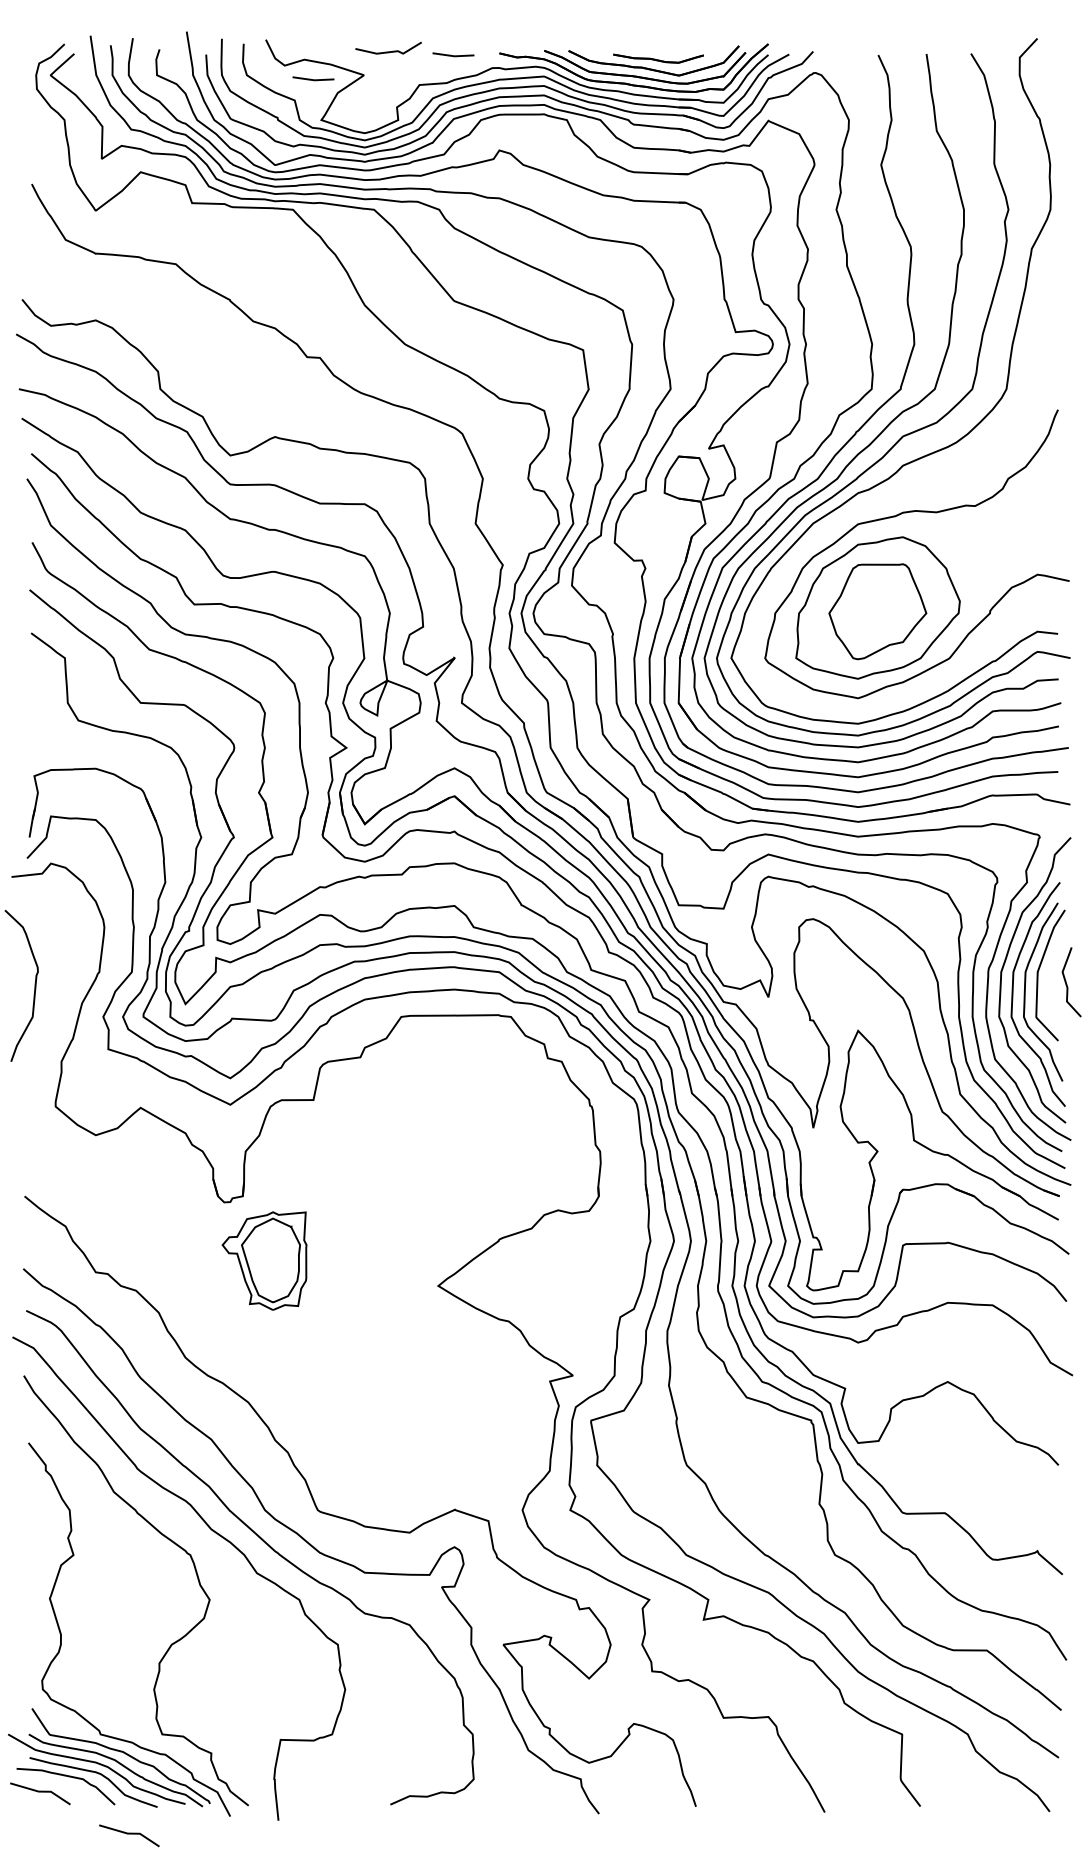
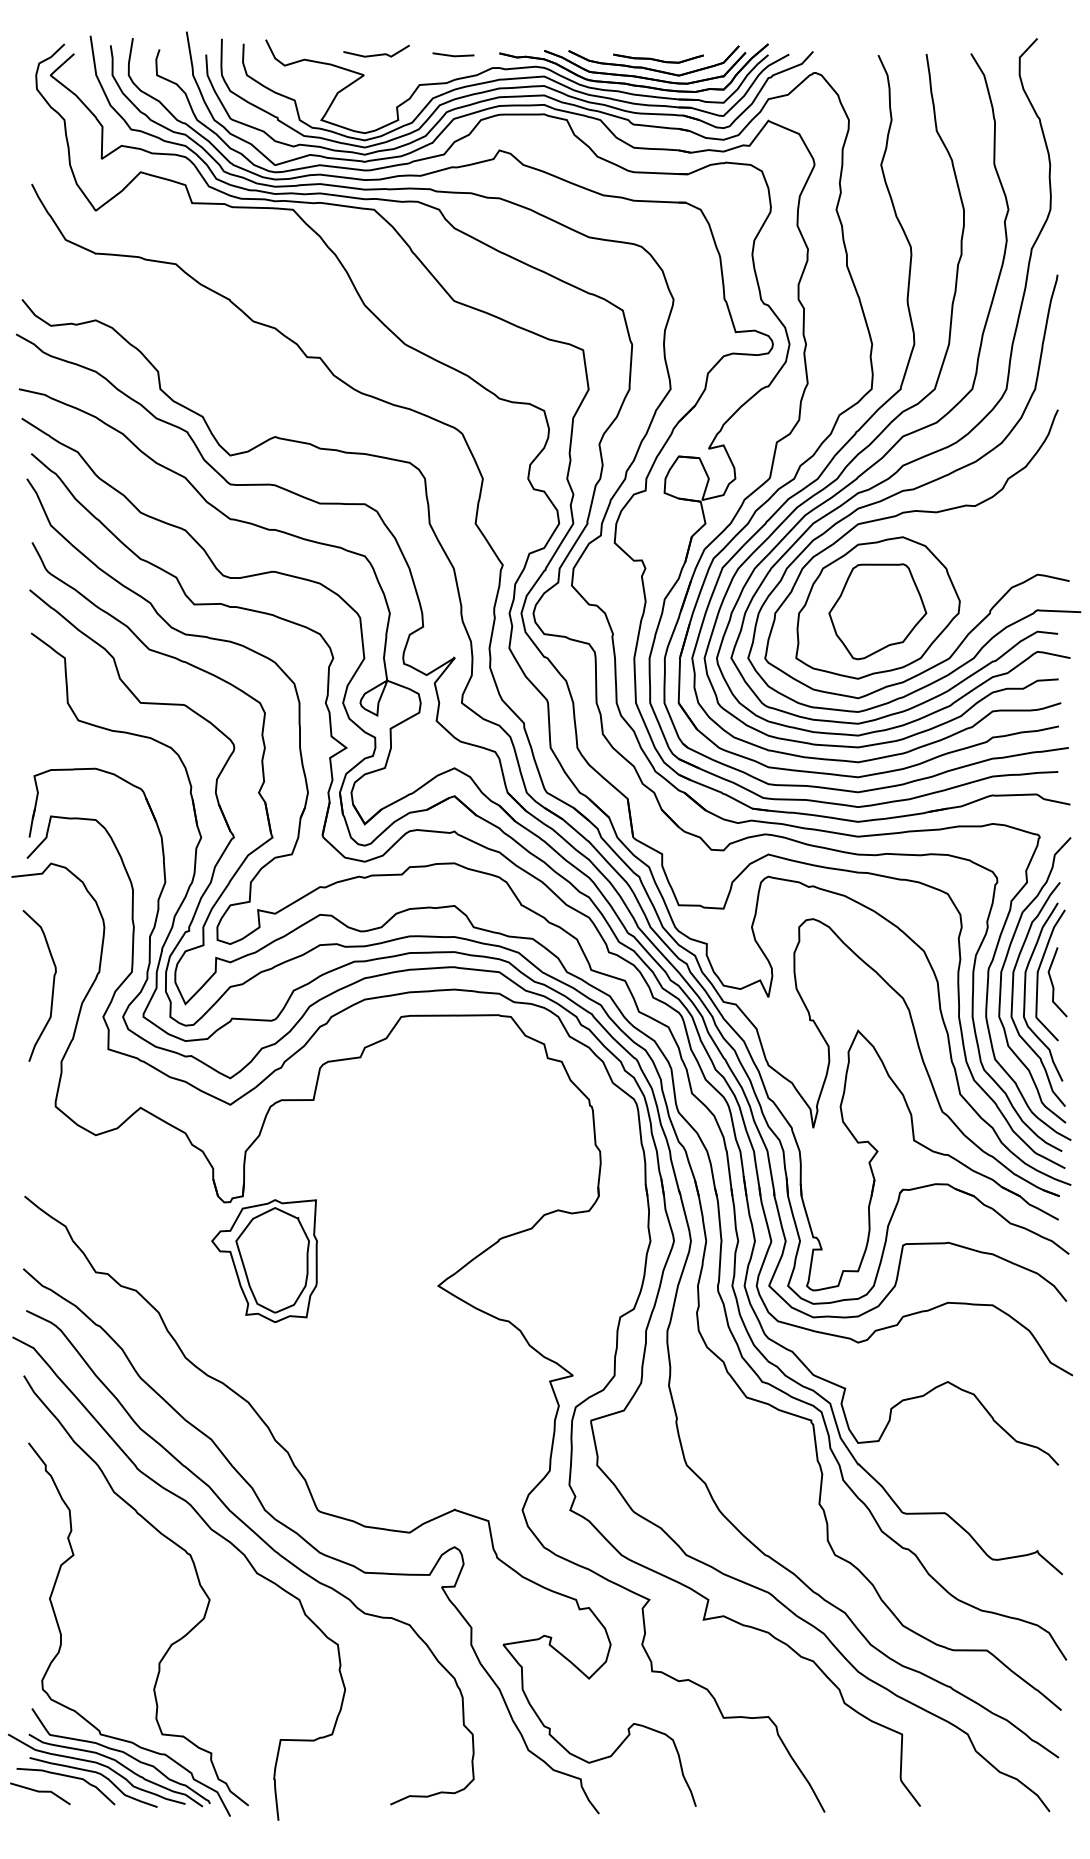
line at (388, 51) position: (388, 51) -> (376, 54)
line at (313, 79): present -> none
curve at (913, 490): none -> present
curve at (1067, 984) position: (1067, 984) -> (1053, 984)
curve at (34, 985) position: (34, 985) -> (52, 985)
part at (264, 1260) size: 87x100 px -> 107x124 px
line at (129, 1834): present -> none
